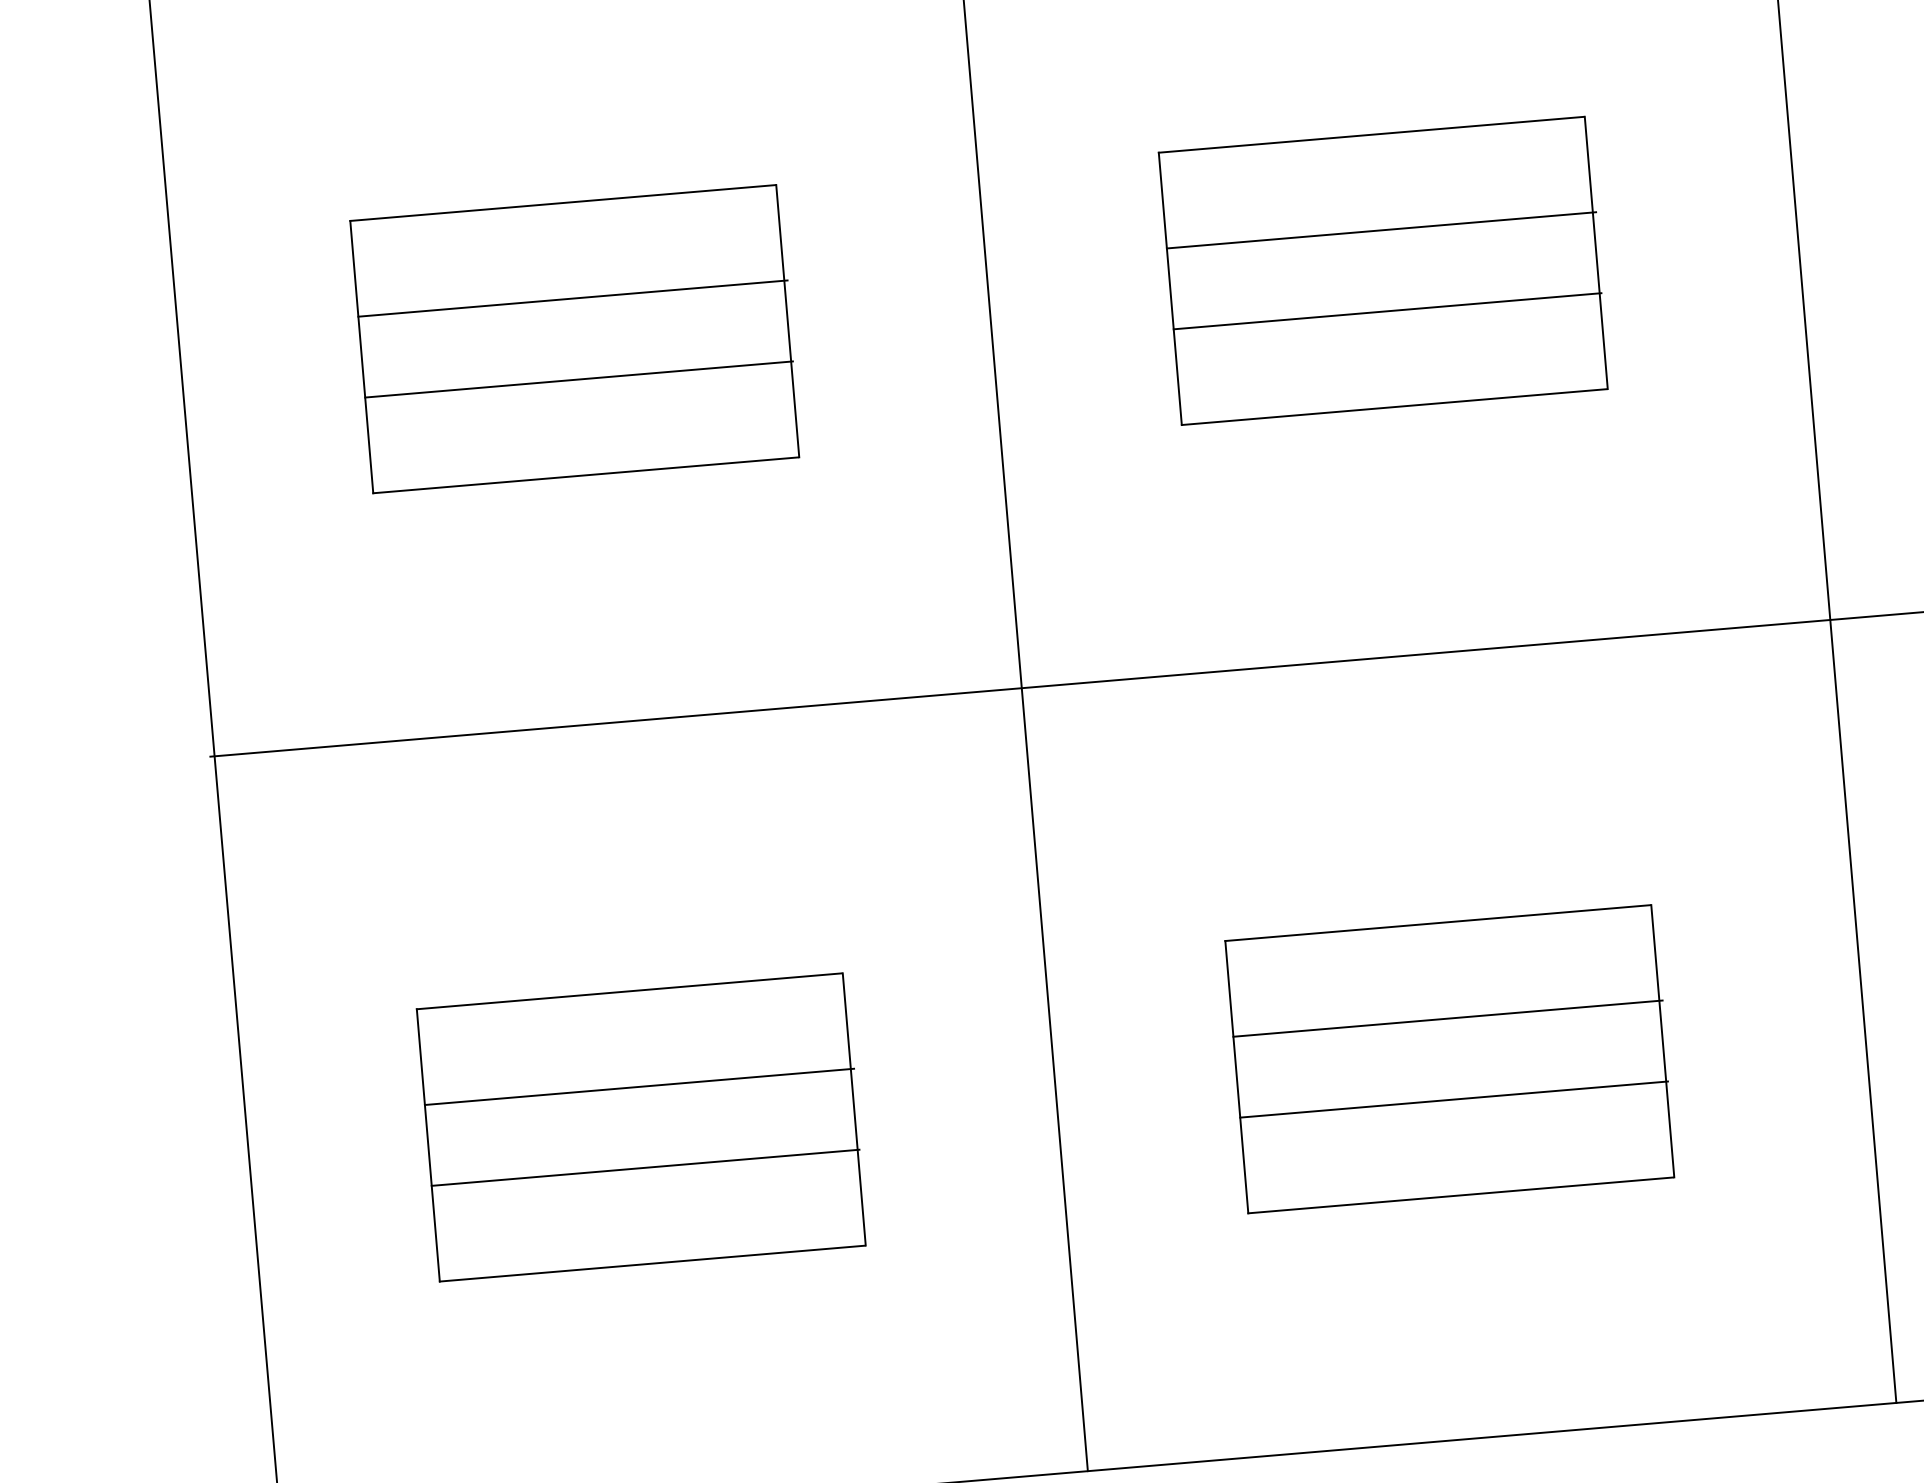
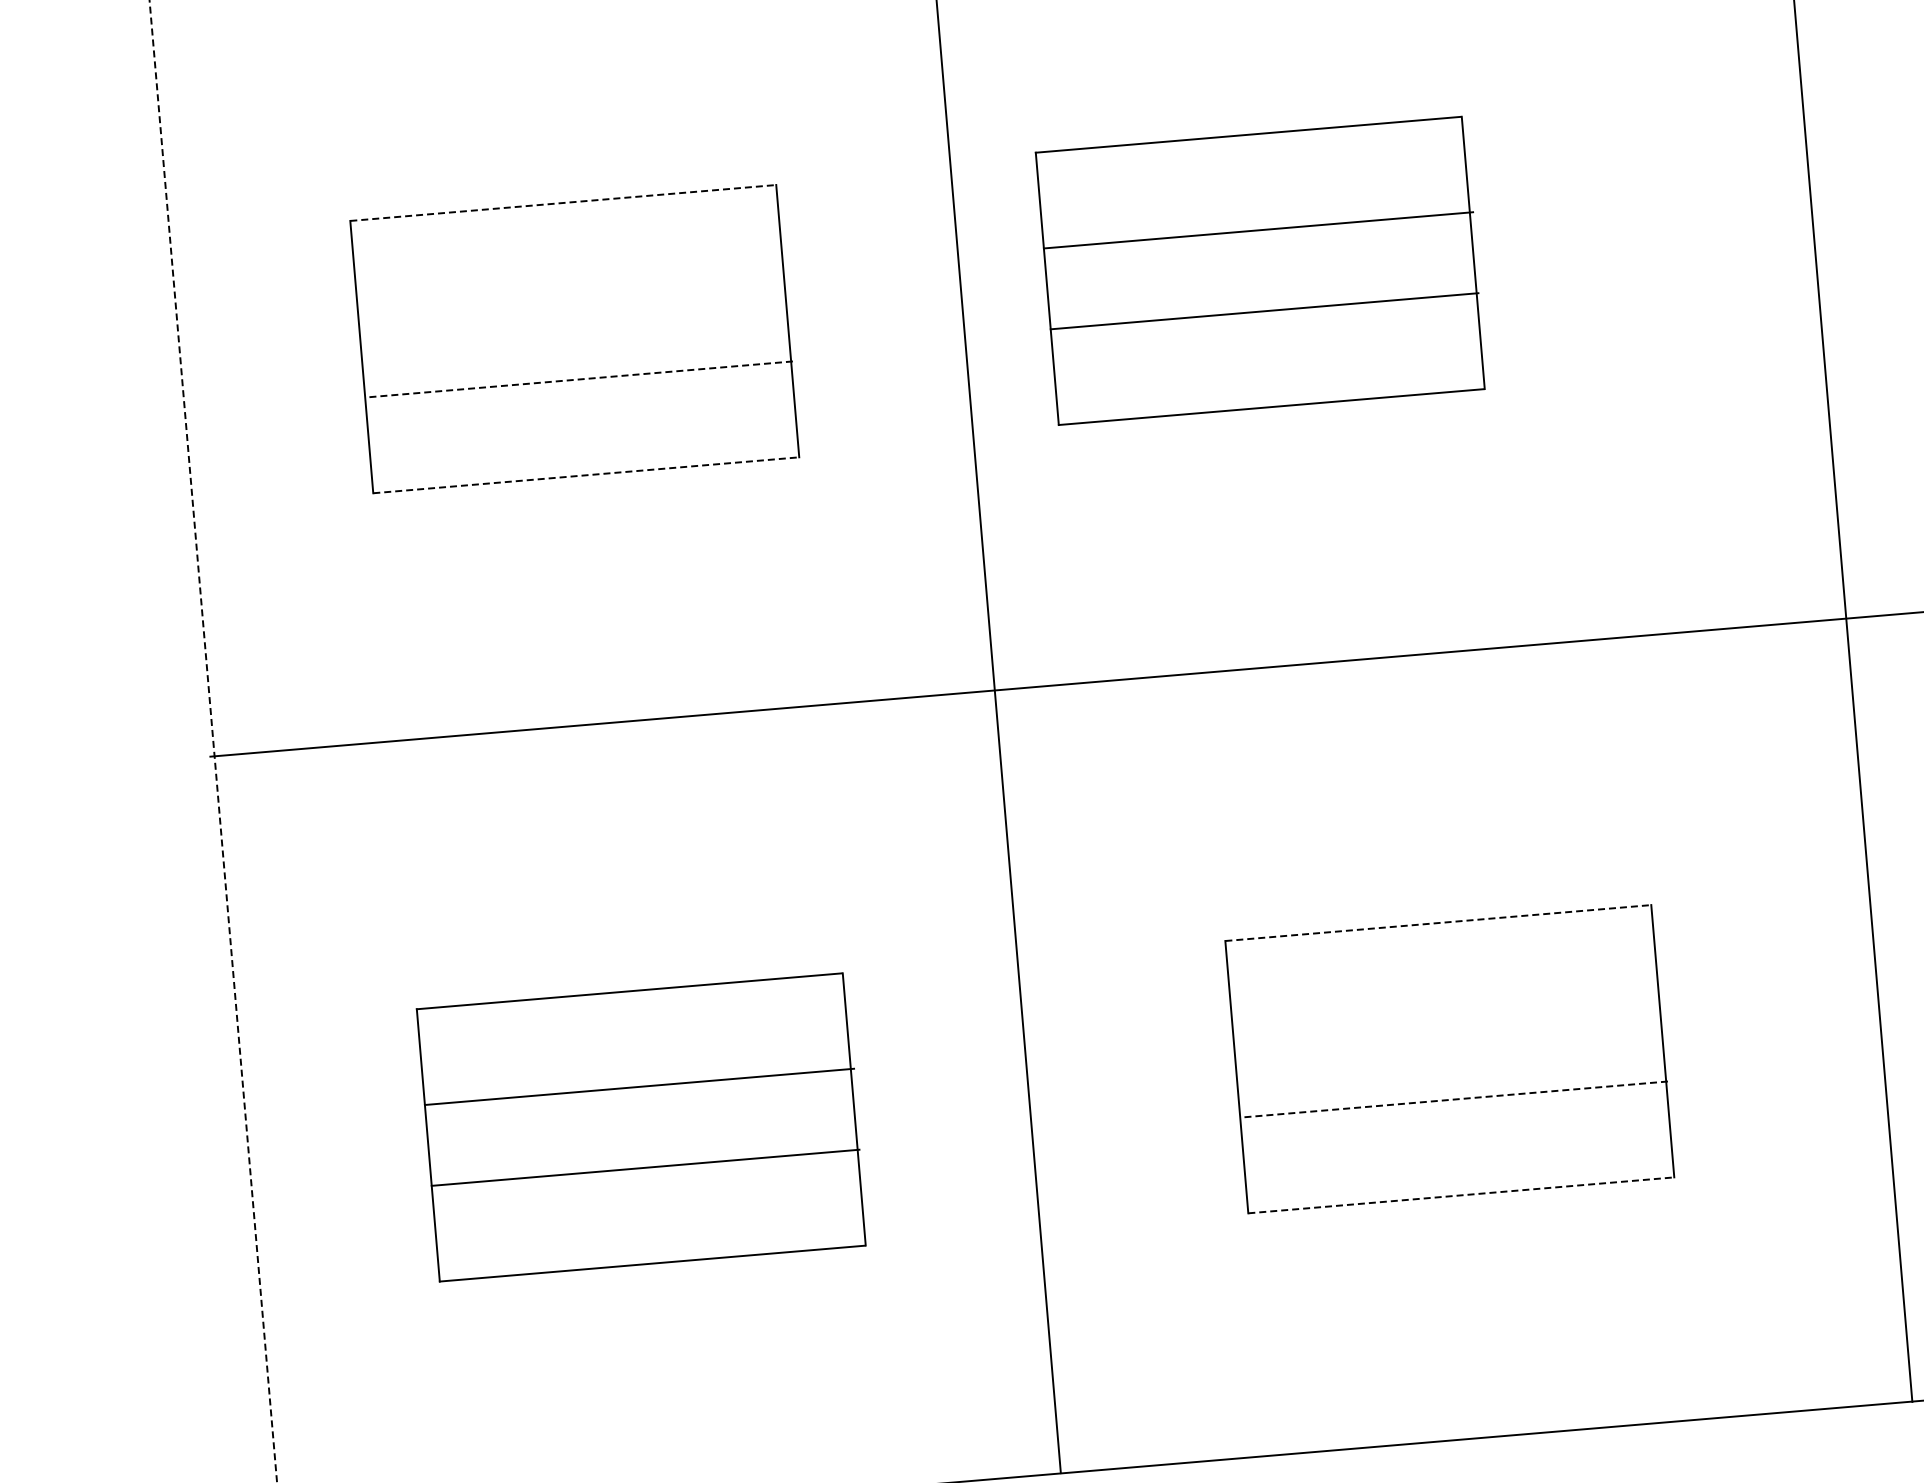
line at (563, 203): solid -> dashed
part at (1382, 270) position: (1382, 270) -> (1259, 270)
line at (572, 298): present -> none
line at (579, 379): solid -> dashed
line at (586, 475): solid -> dashed
line at (1837, 702) position: (1837, 702) -> (1853, 701)
line at (1025, 736) position: (1025, 736) -> (998, 737)
line at (213, 741): solid -> dashed
line at (1438, 923): solid -> dashed
line at (1447, 1018): present -> none
line at (1454, 1099): solid -> dashed
line at (1461, 1195): solid -> dashed
